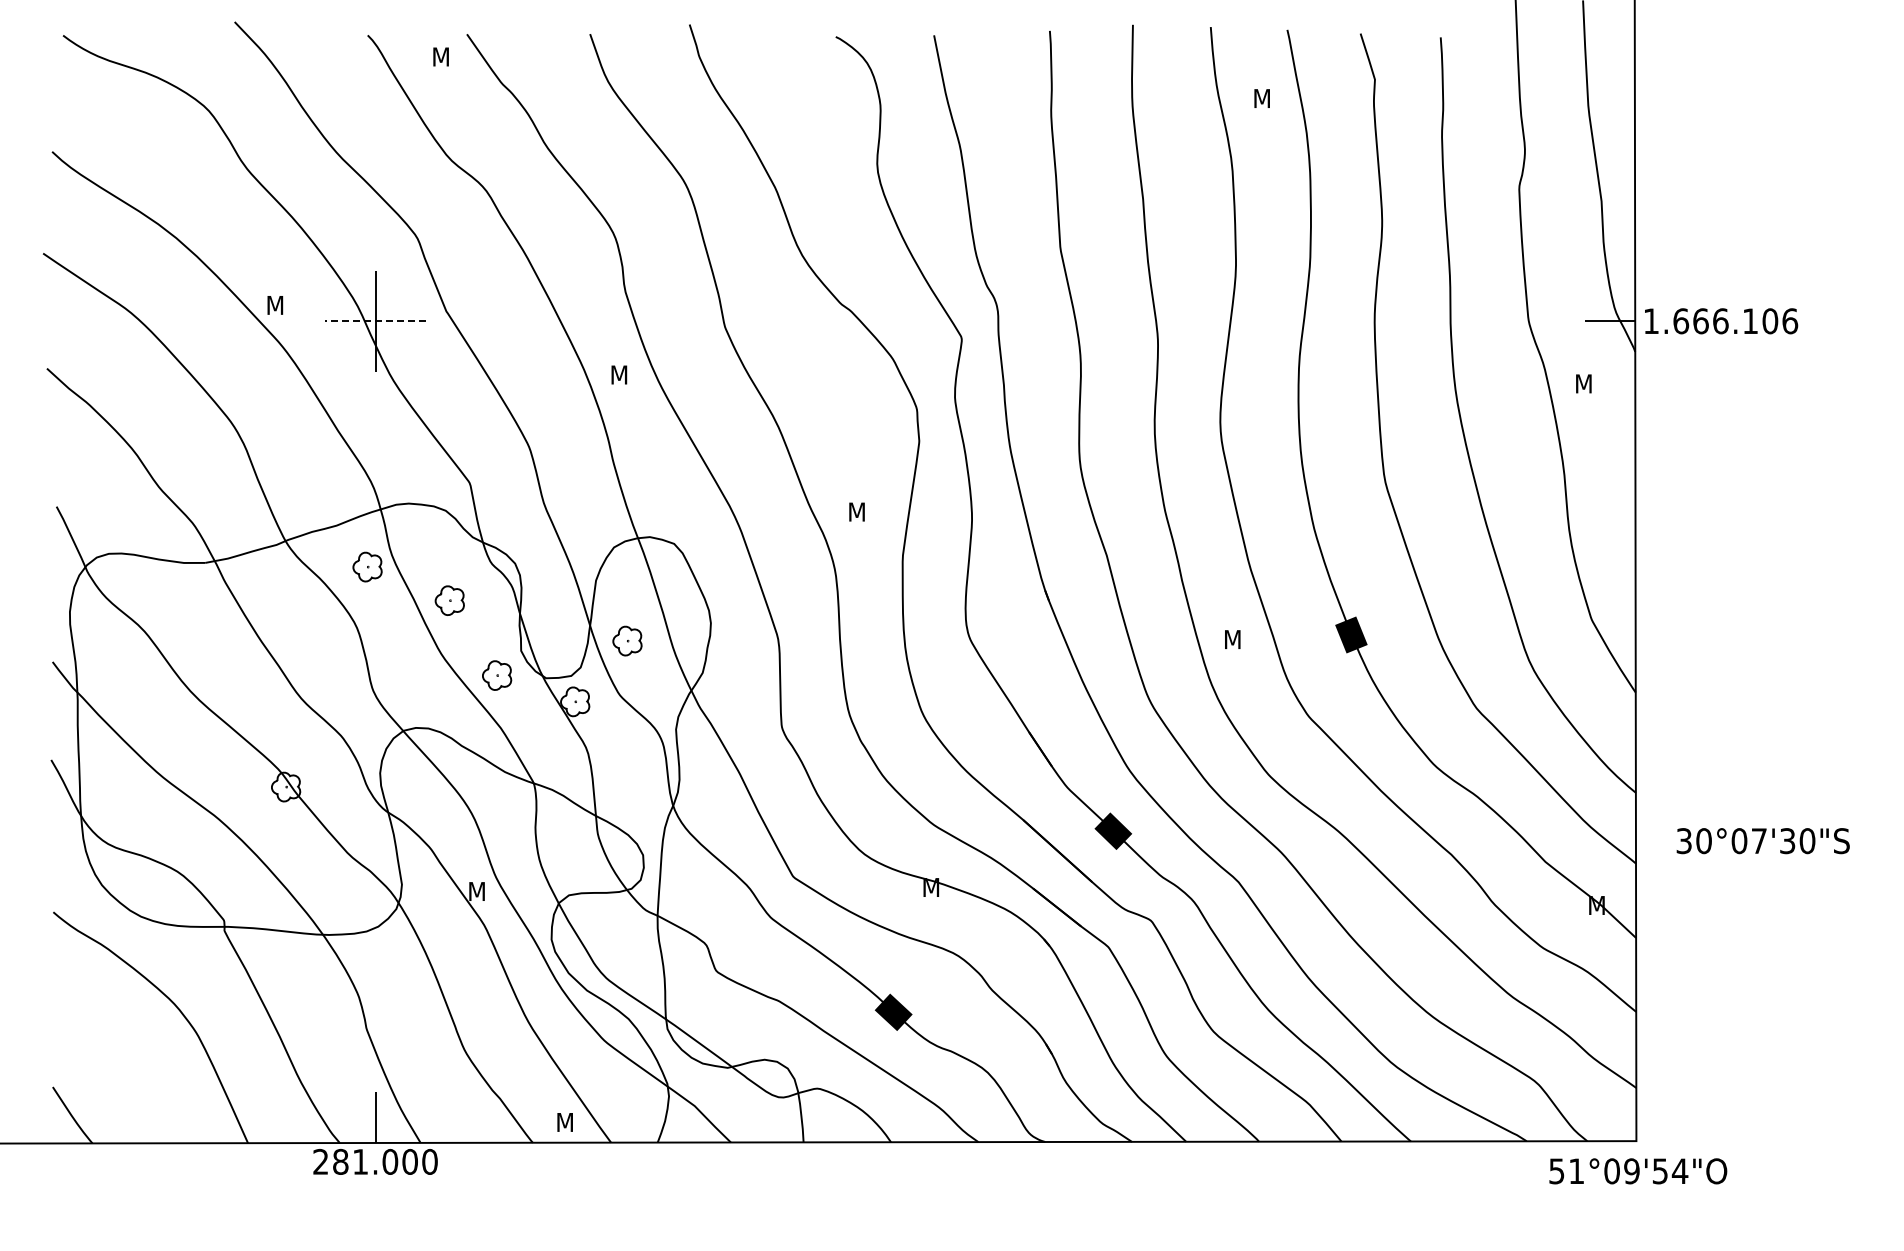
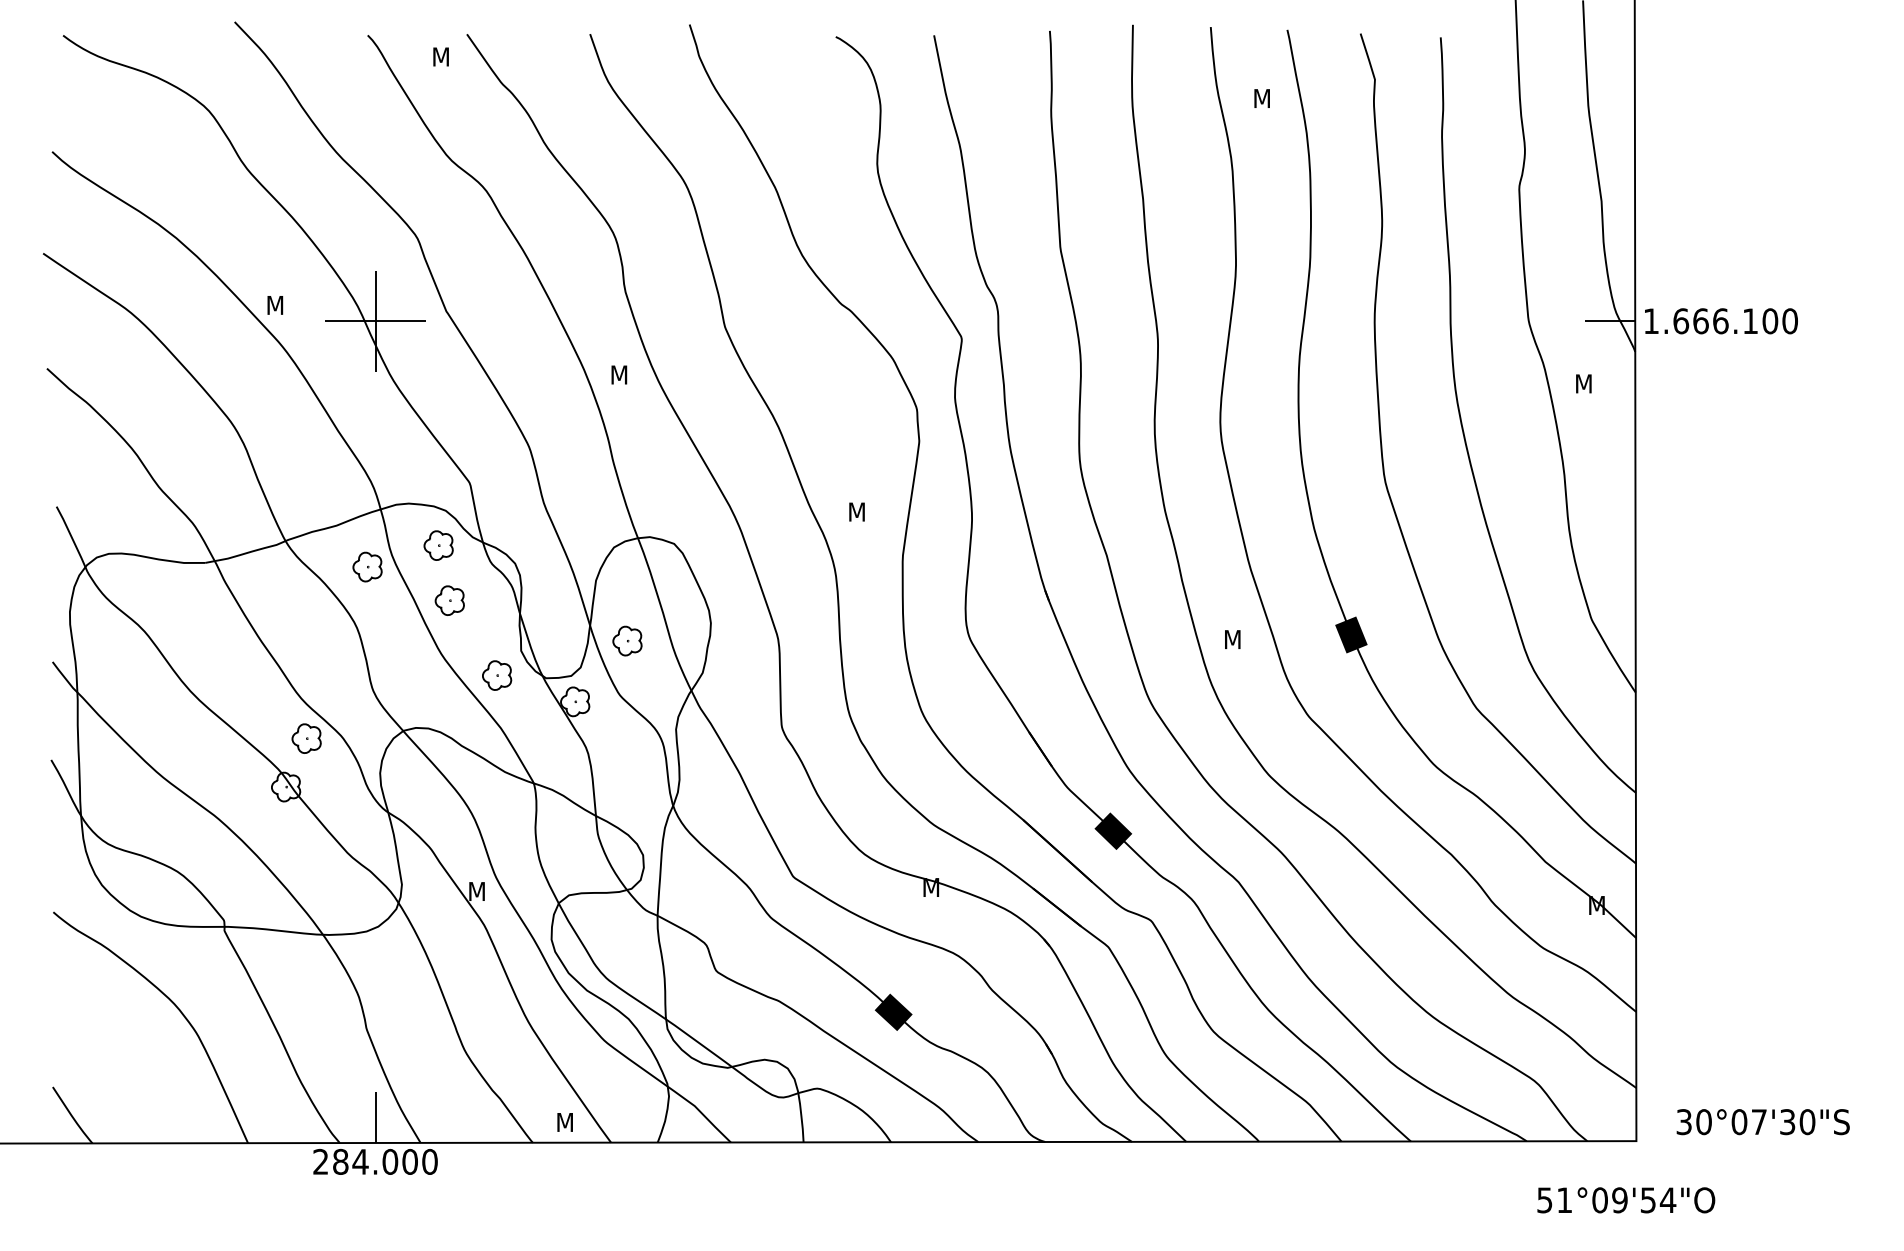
line at (375, 321): dashed -> solid
text at (1790, 321): 1.666.106 -> 1.666.100
part at (438, 545): none -> present
part at (306, 738): none -> present
text at (1762, 841) position: (1762, 841) -> (1762, 1122)
text at (360, 1161): 281.000 -> 284.000
text at (1638, 1171) position: (1638, 1171) -> (1626, 1200)
